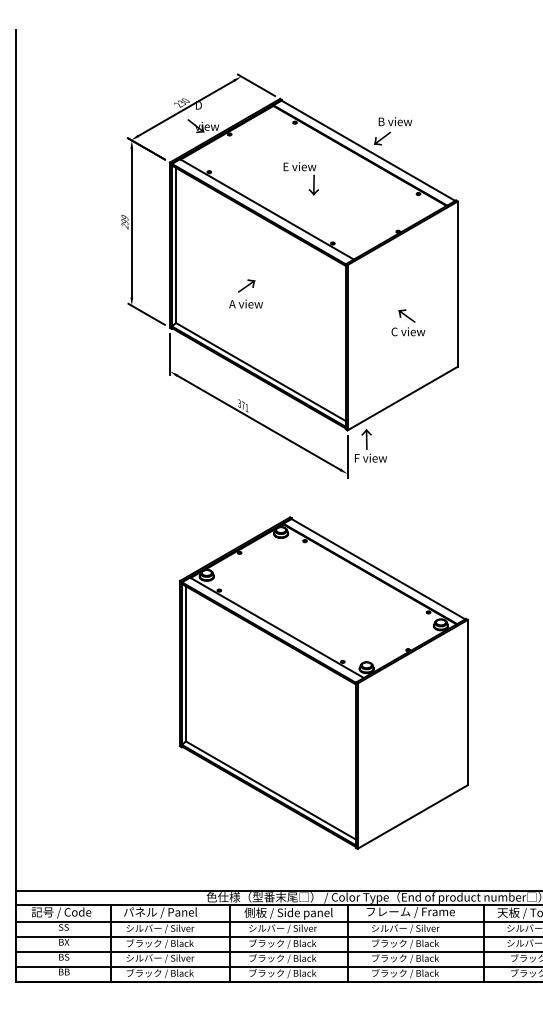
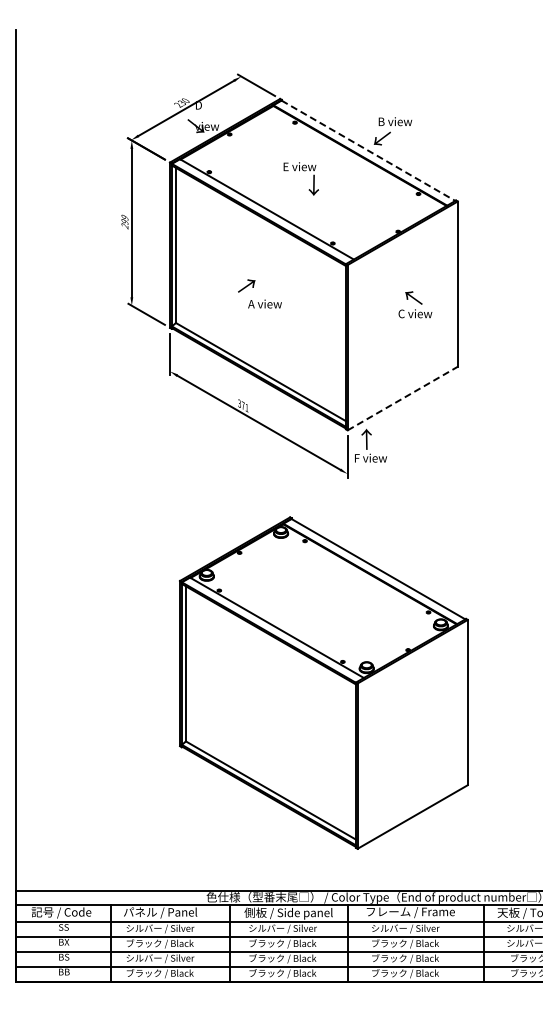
line at (368, 151): solid -> dashed
text at (245, 303) position: (245, 303) -> (264, 303)
text at (408, 322) position: (408, 322) -> (415, 304)
line at (402, 398): solid -> dashed
